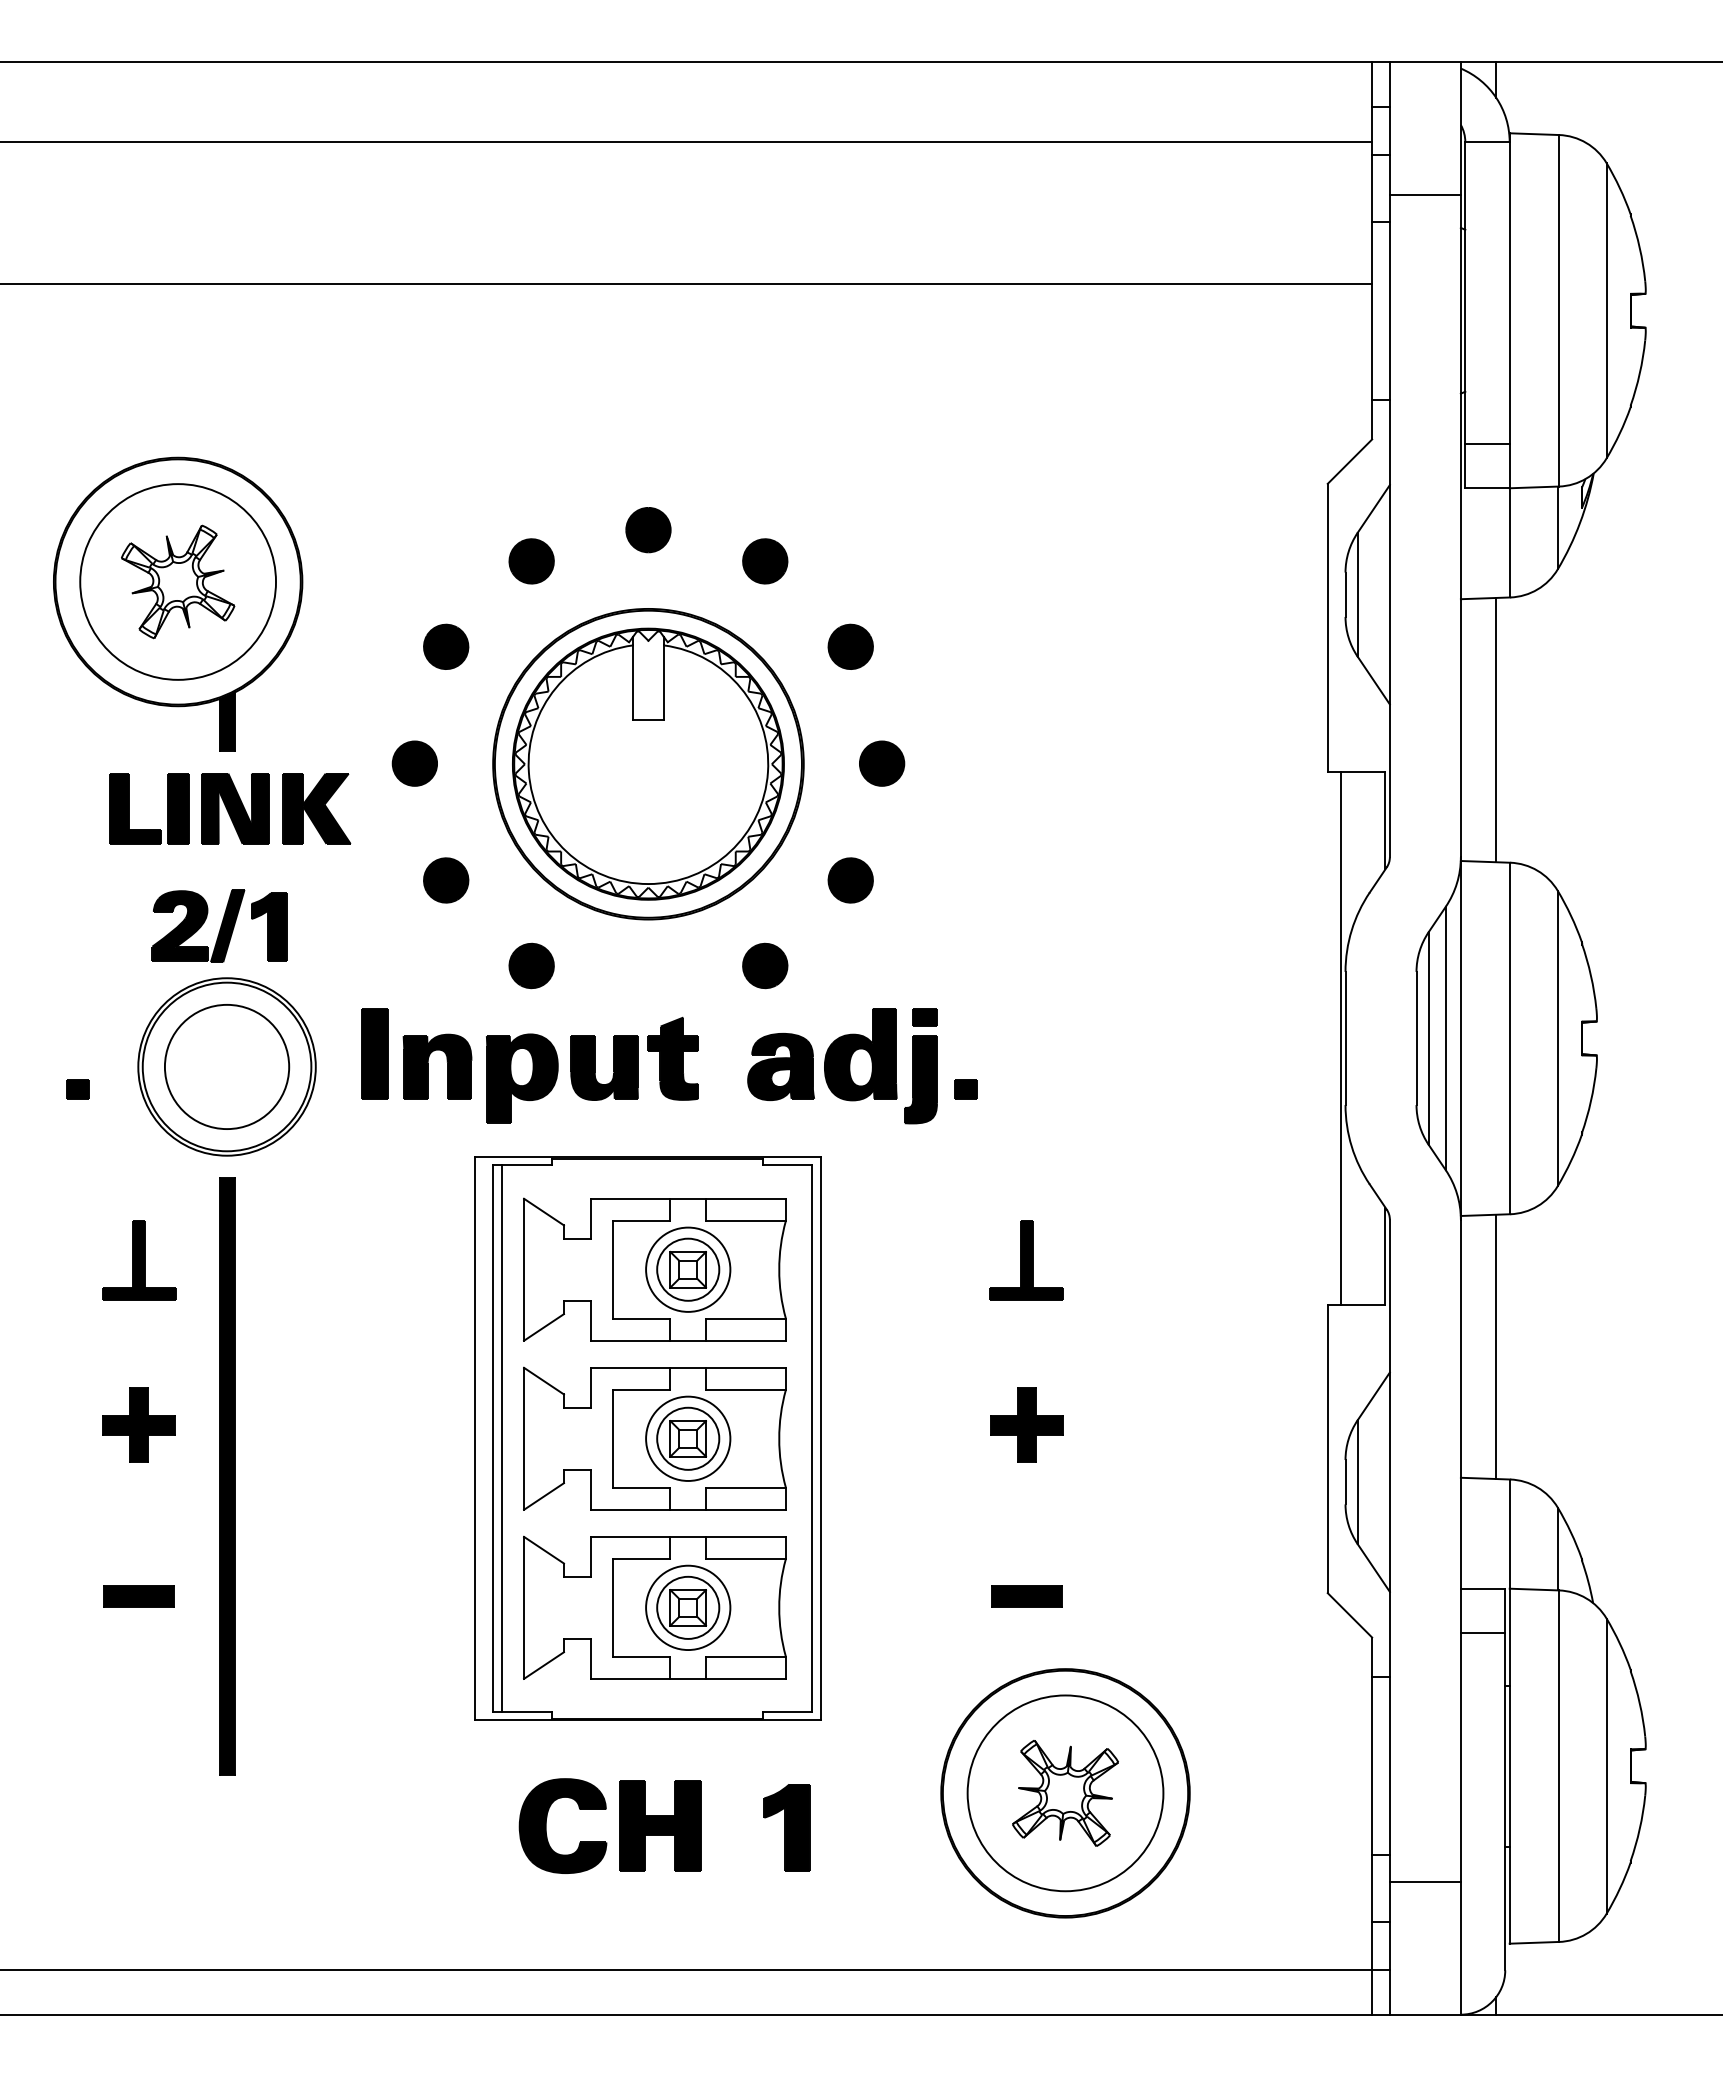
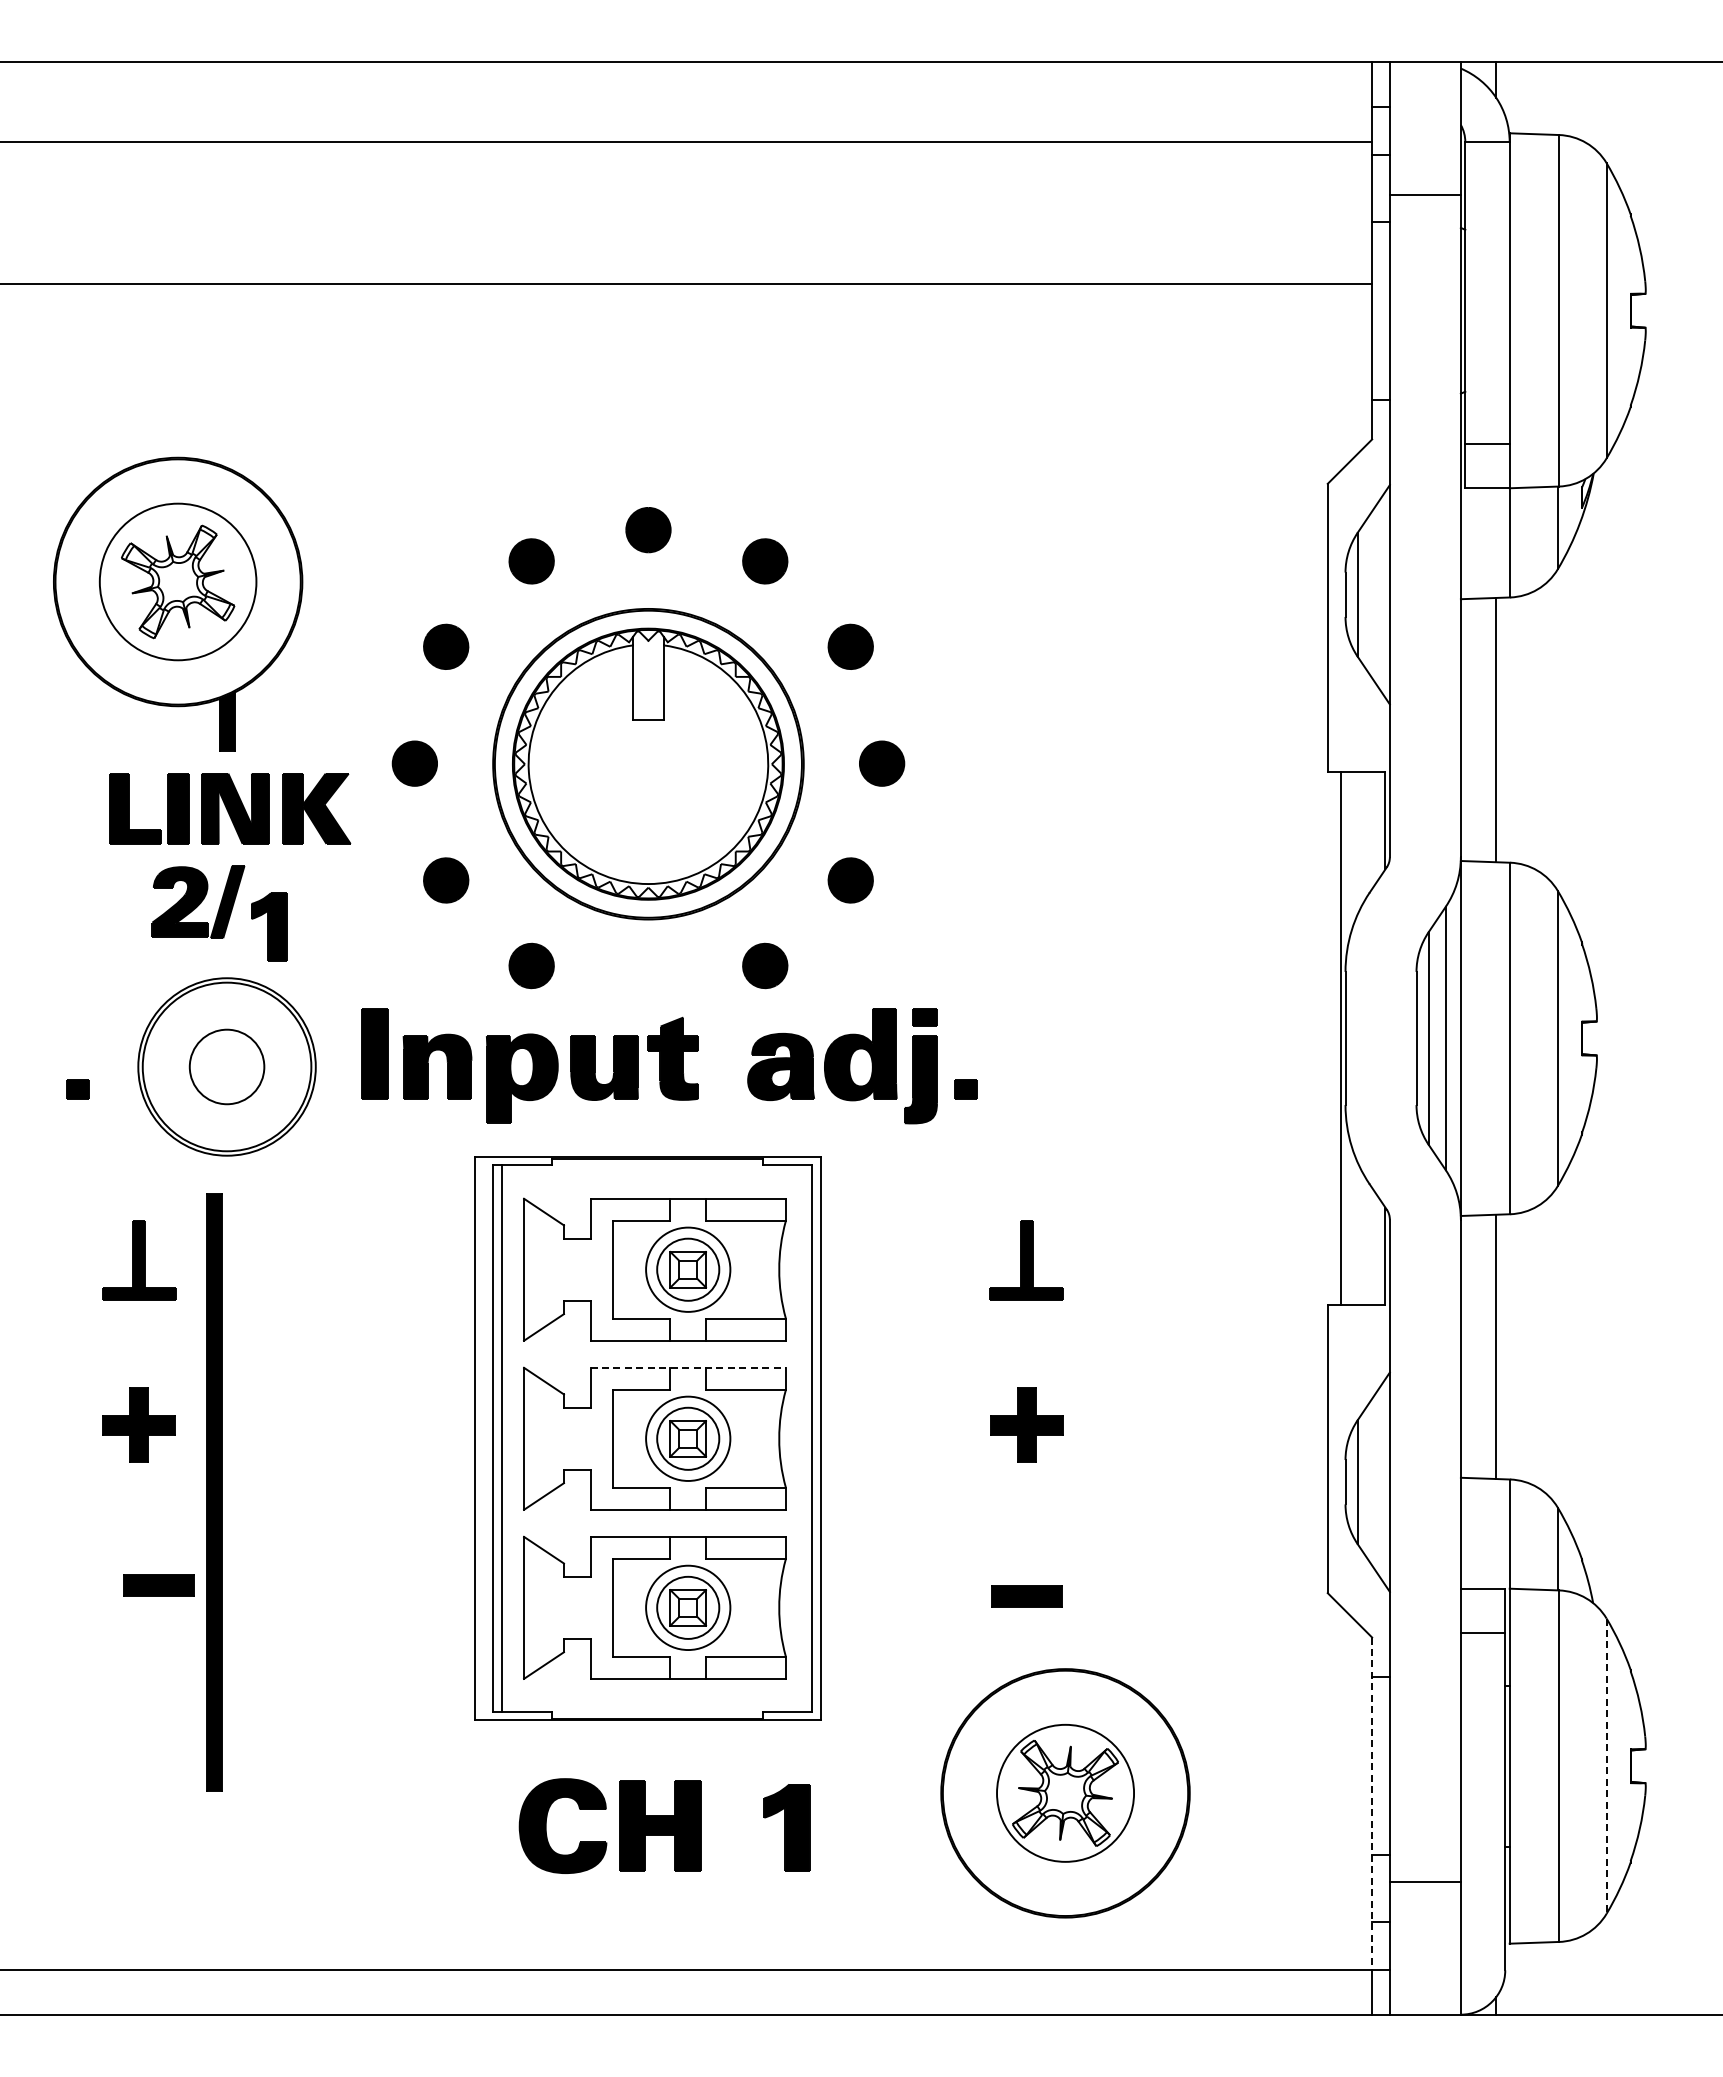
circle at (178, 581) diameter: 196 px -> 157 px
part at (198, 925) position: (198, 925) -> (198, 901)
circle at (226, 1066) diameter: 124 px -> 75 px
line at (688, 1367): solid -> dashed
part at (227, 1476) position: (227, 1476) -> (214, 1492)
part at (138, 1596) position: (138, 1596) -> (158, 1585)
line at (1606, 1766): solid -> dashed
circle at (1065, 1793) diameter: 196 px -> 137 px
line at (1372, 1804): solid -> dashed
